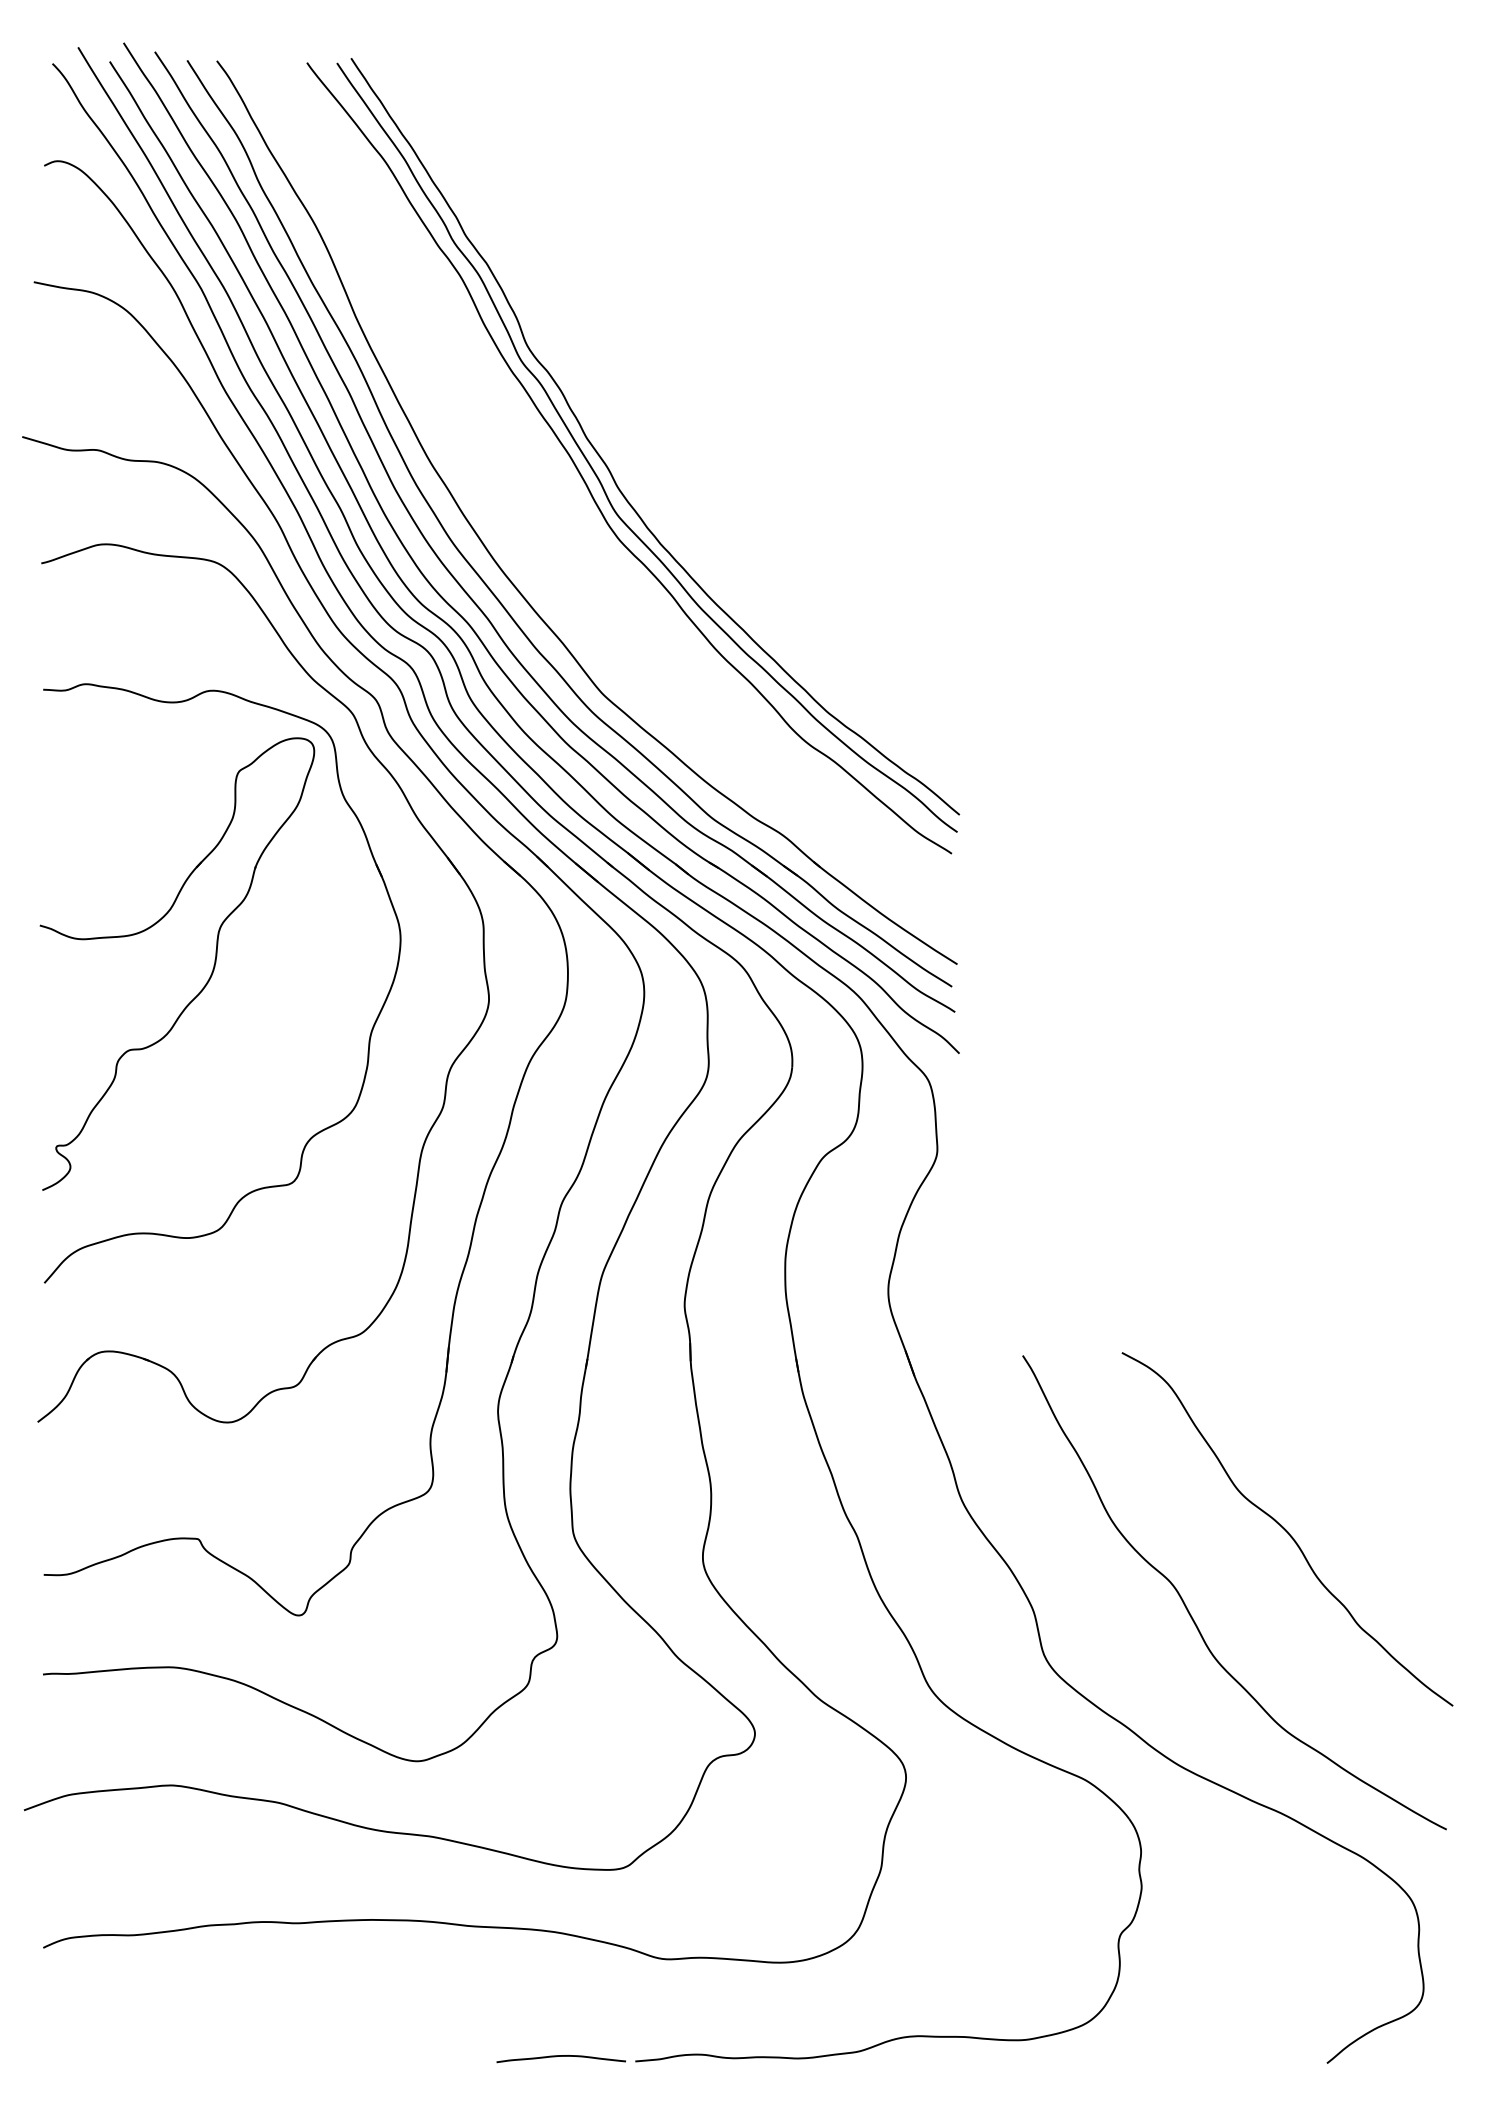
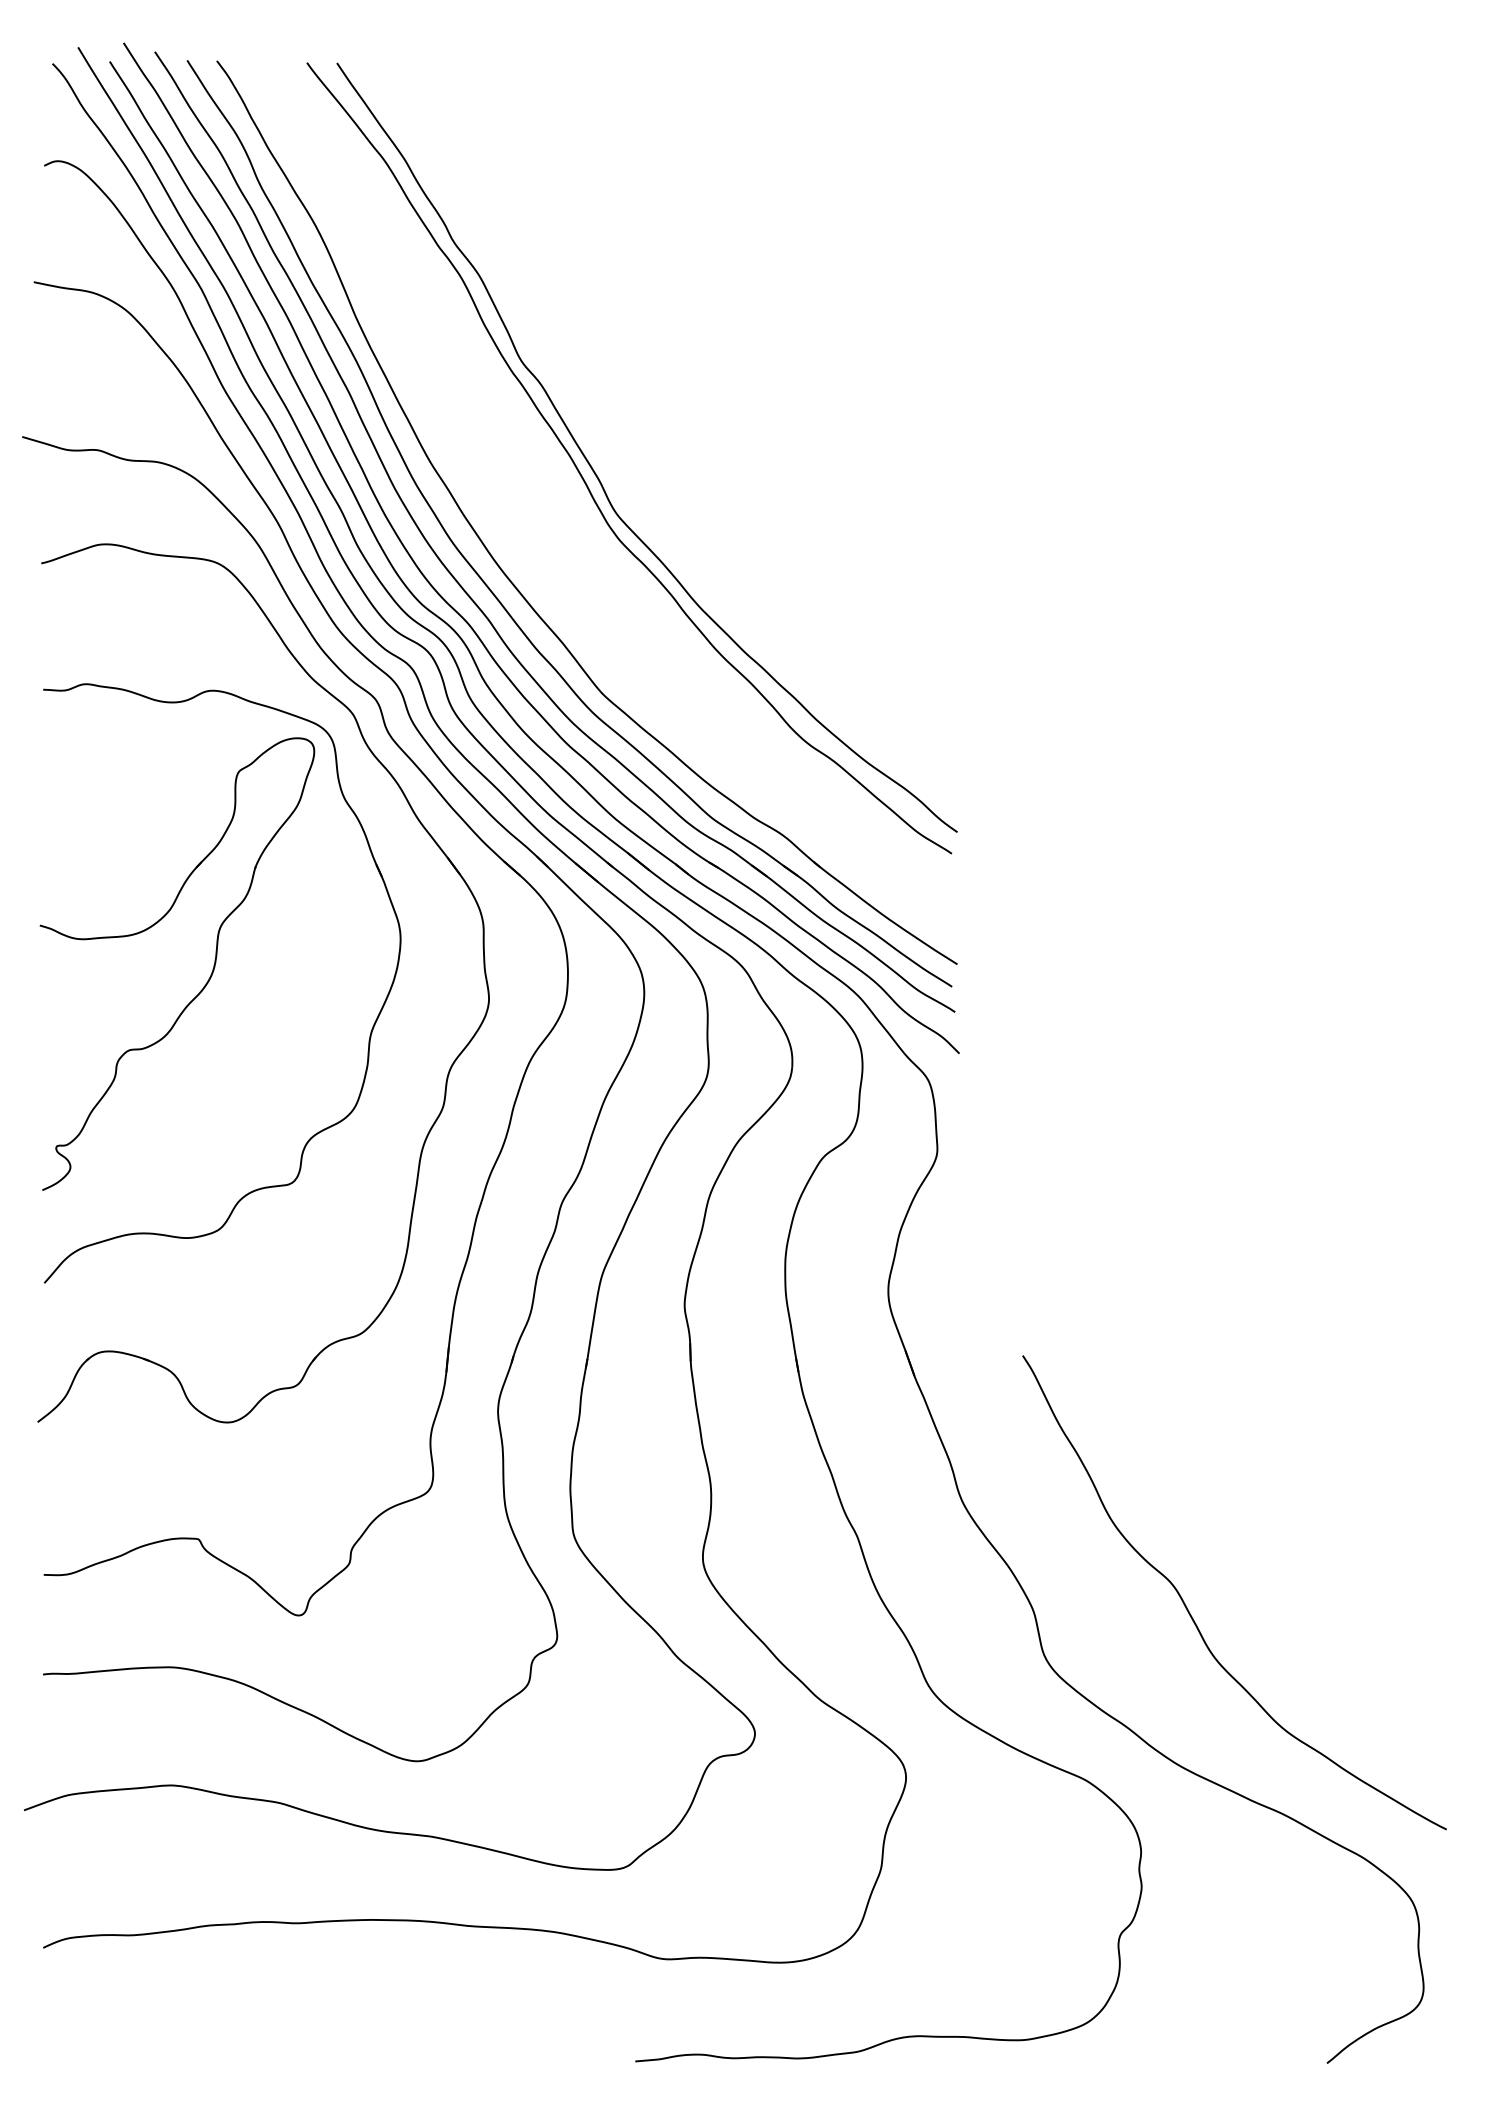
curve at (609, 468): present -> none
curve at (1286, 1529): present -> none
curve at (560, 2056): present -> none
